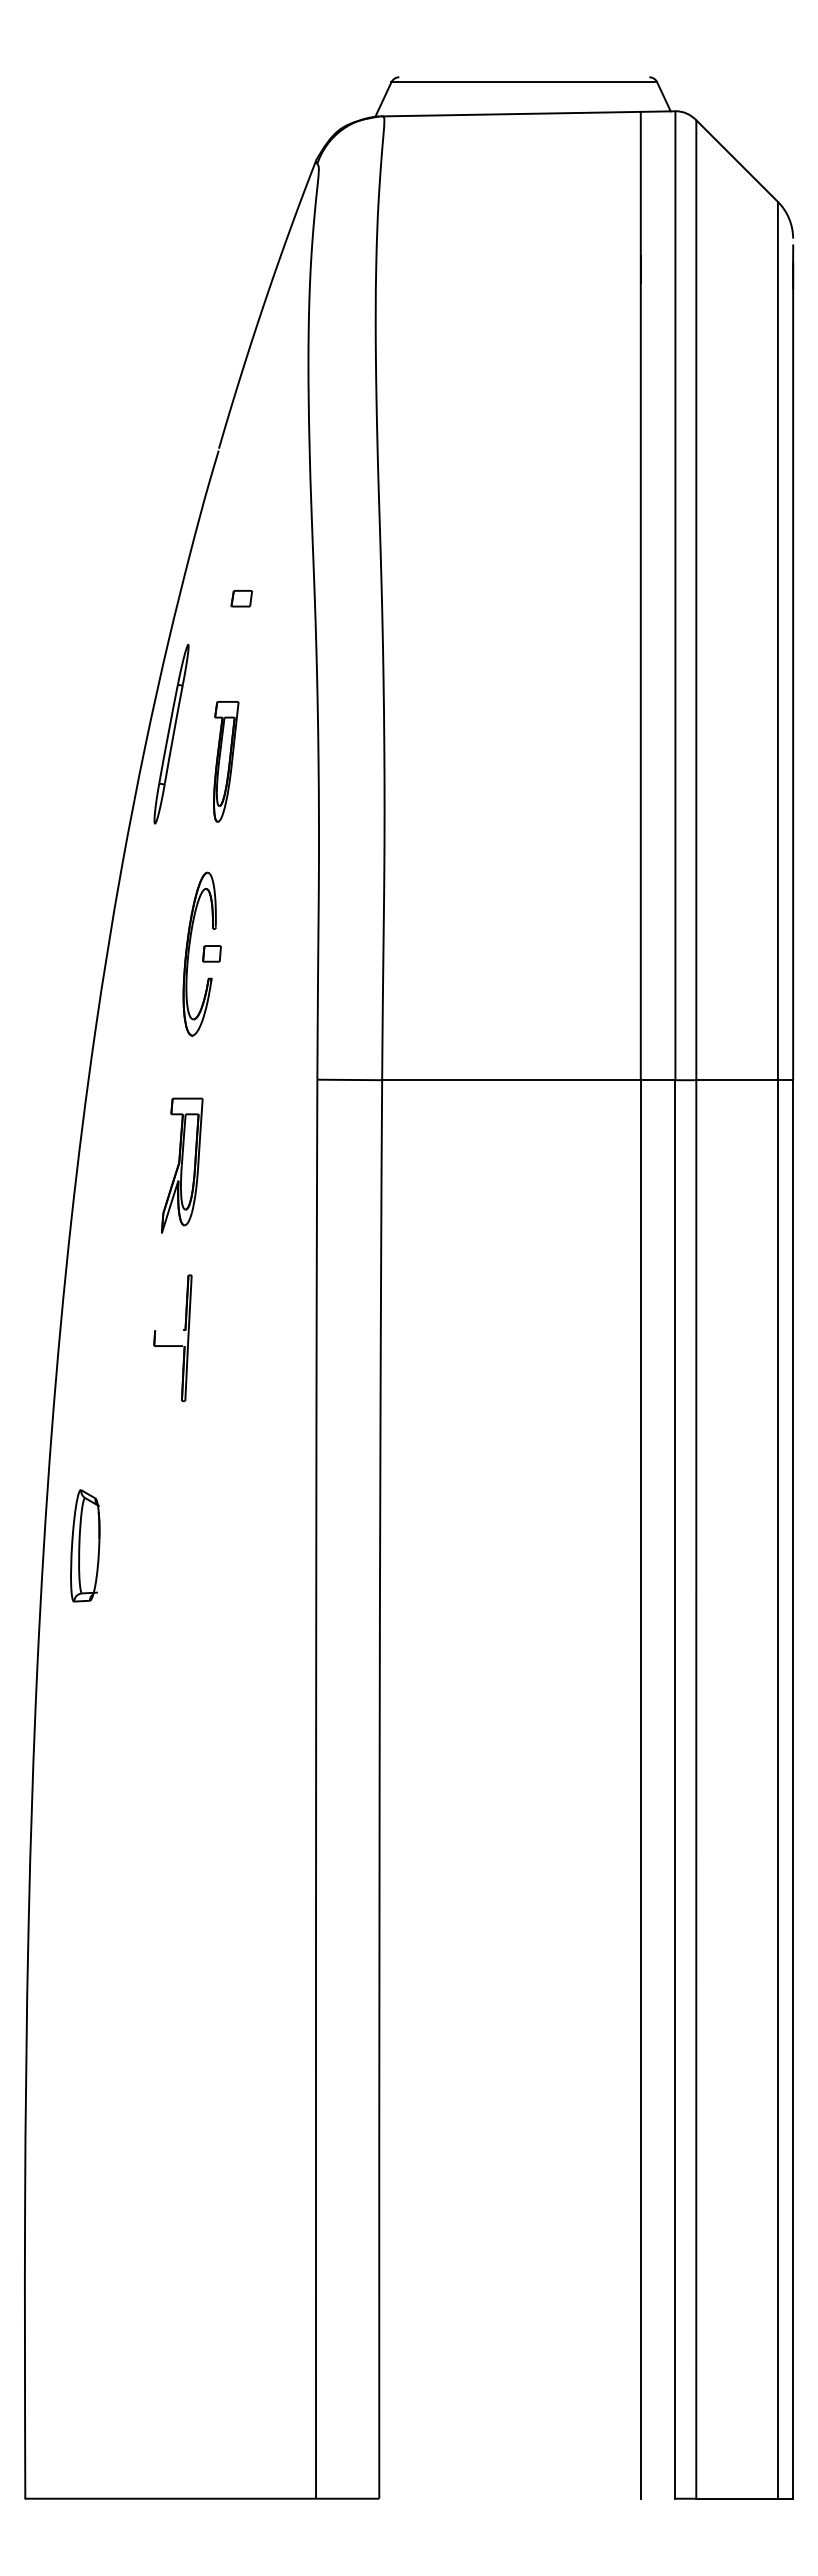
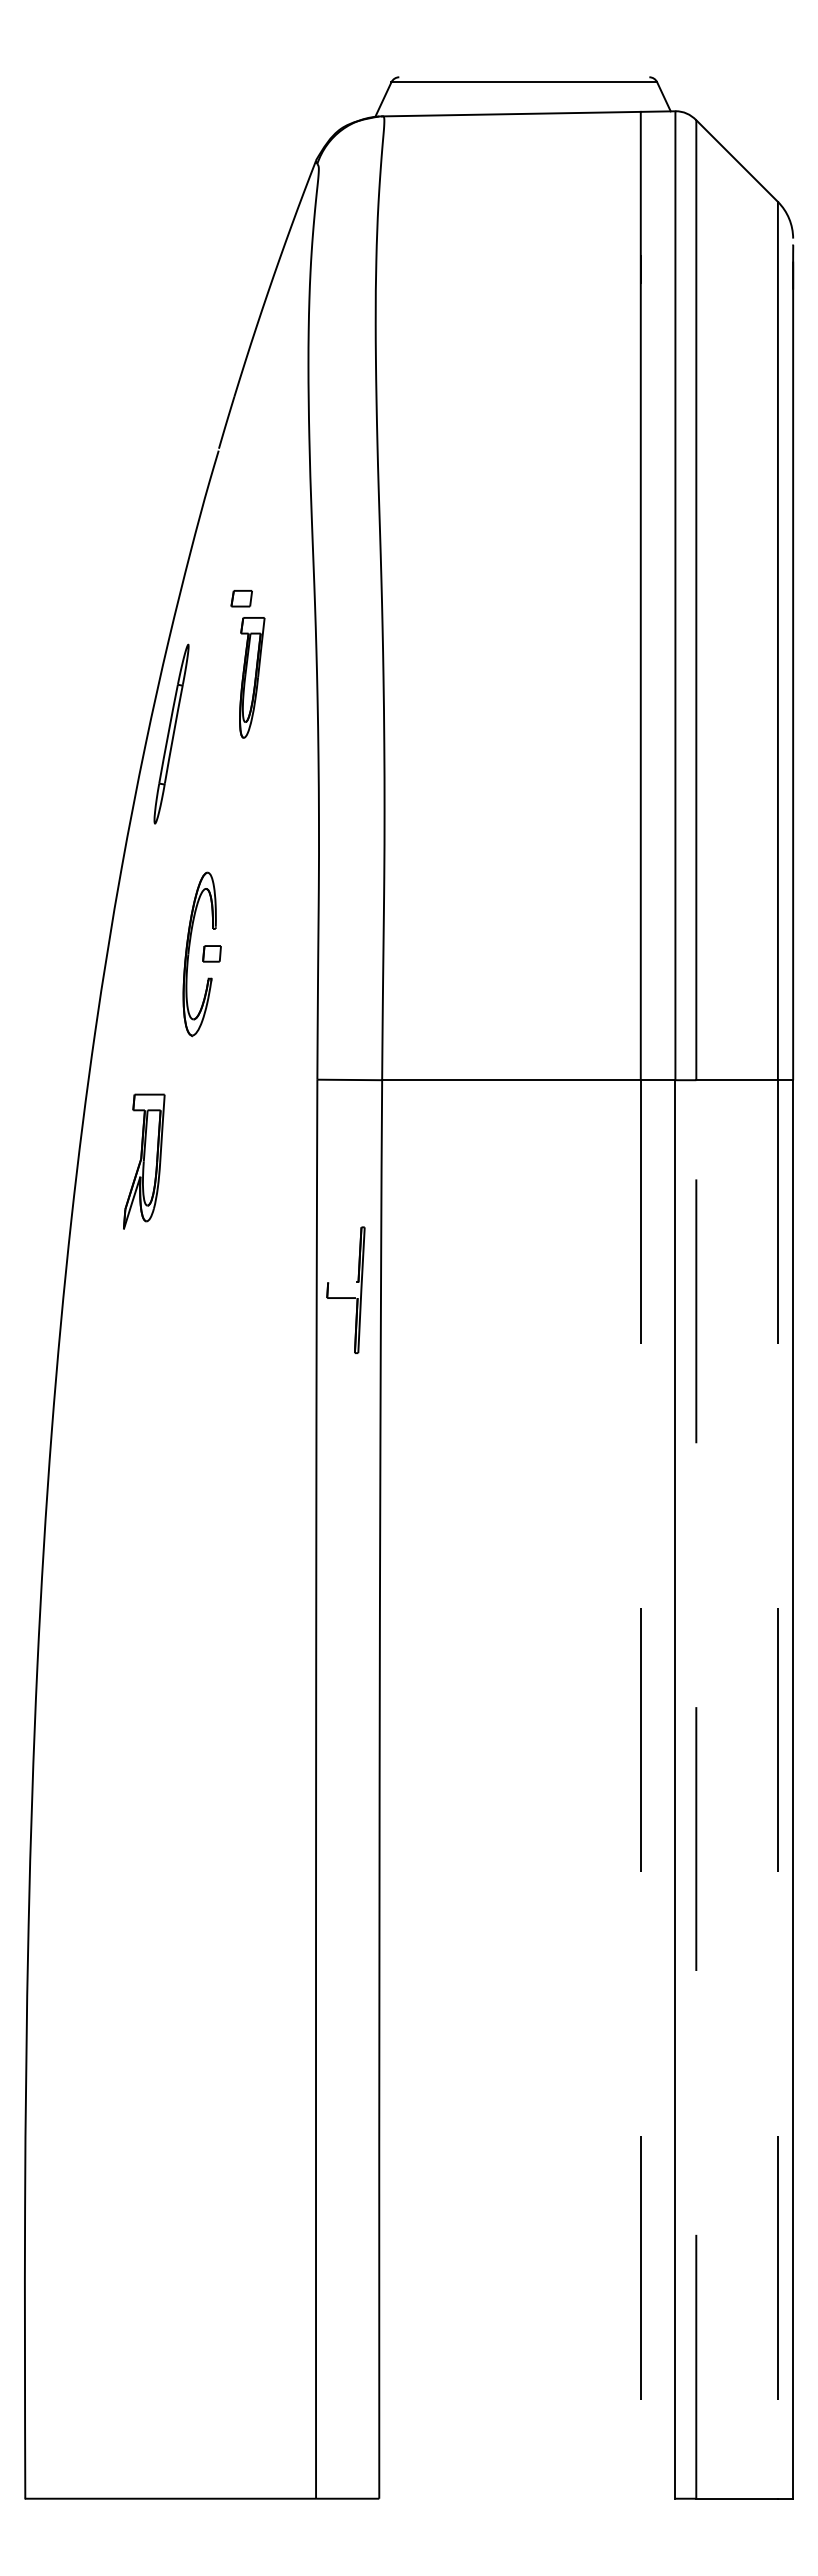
part at (226, 761) position: (226, 761) -> (252, 677)
part at (182, 1165) position: (182, 1165) -> (144, 1161)
part at (172, 1345) position: (172, 1345) -> (345, 1297)
part at (85, 1545): present -> none
line at (696, 1788): solid -> dashed
line at (640, 1789): solid -> dashed
line at (777, 1789): solid -> dashed
